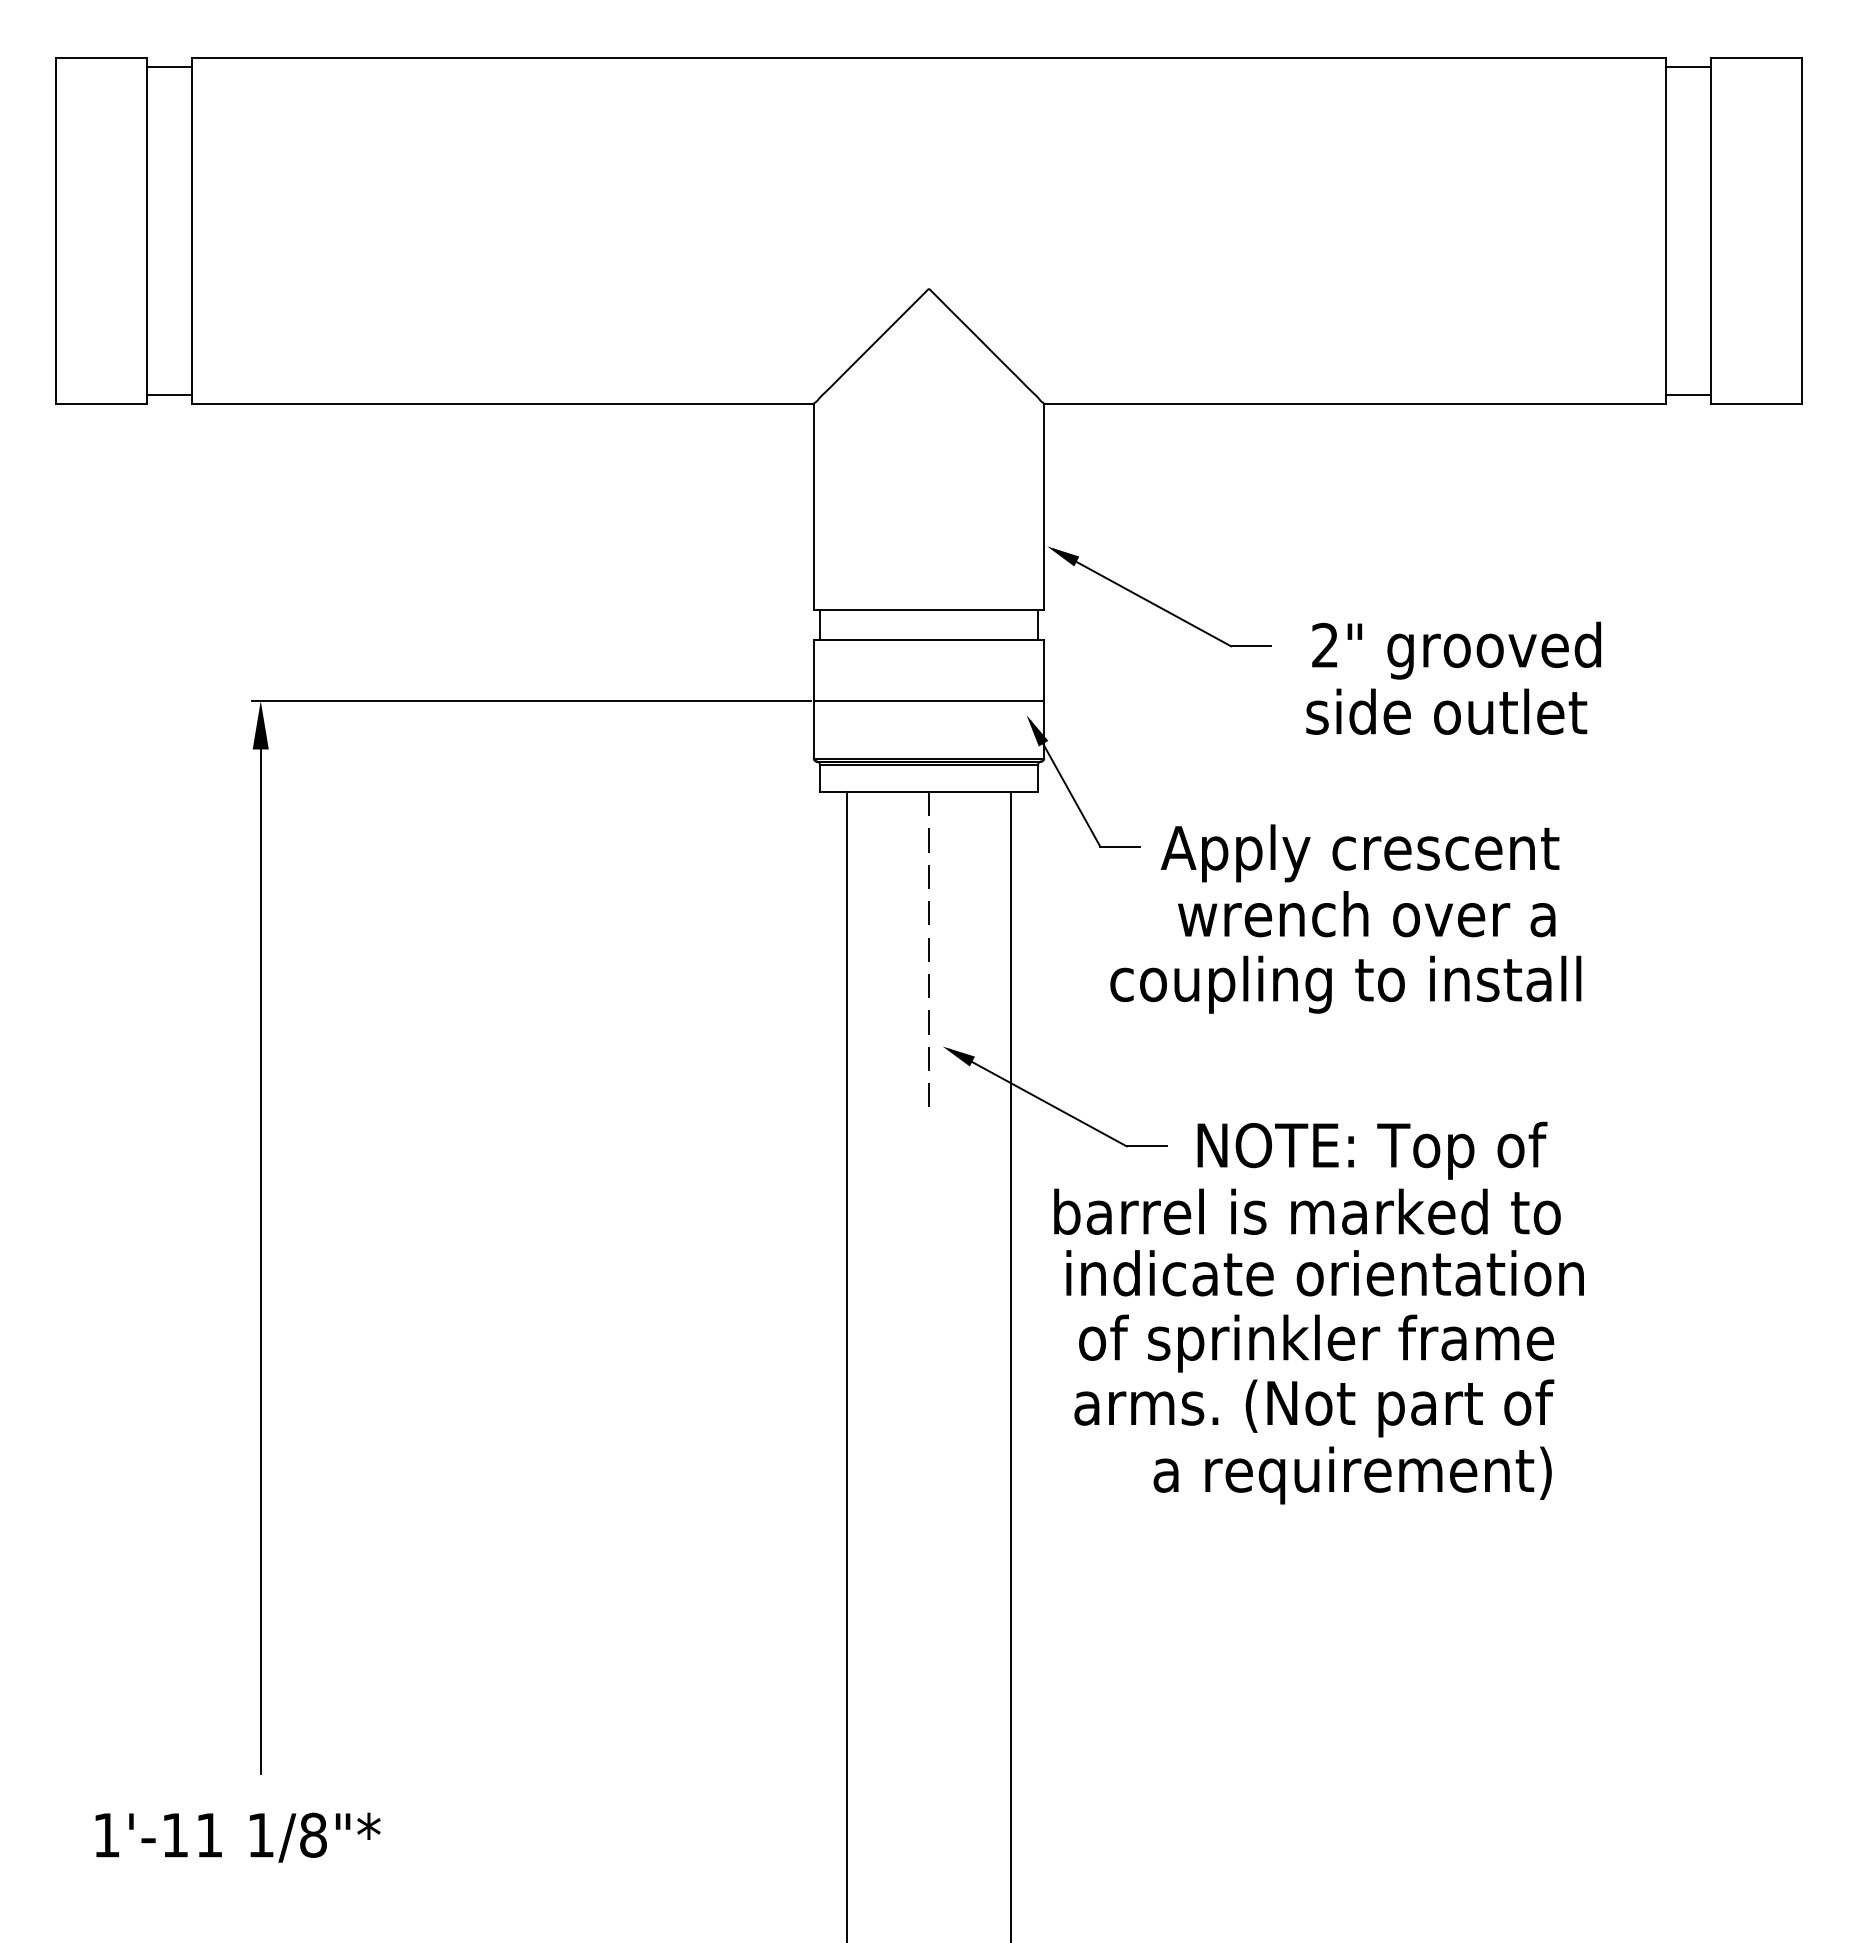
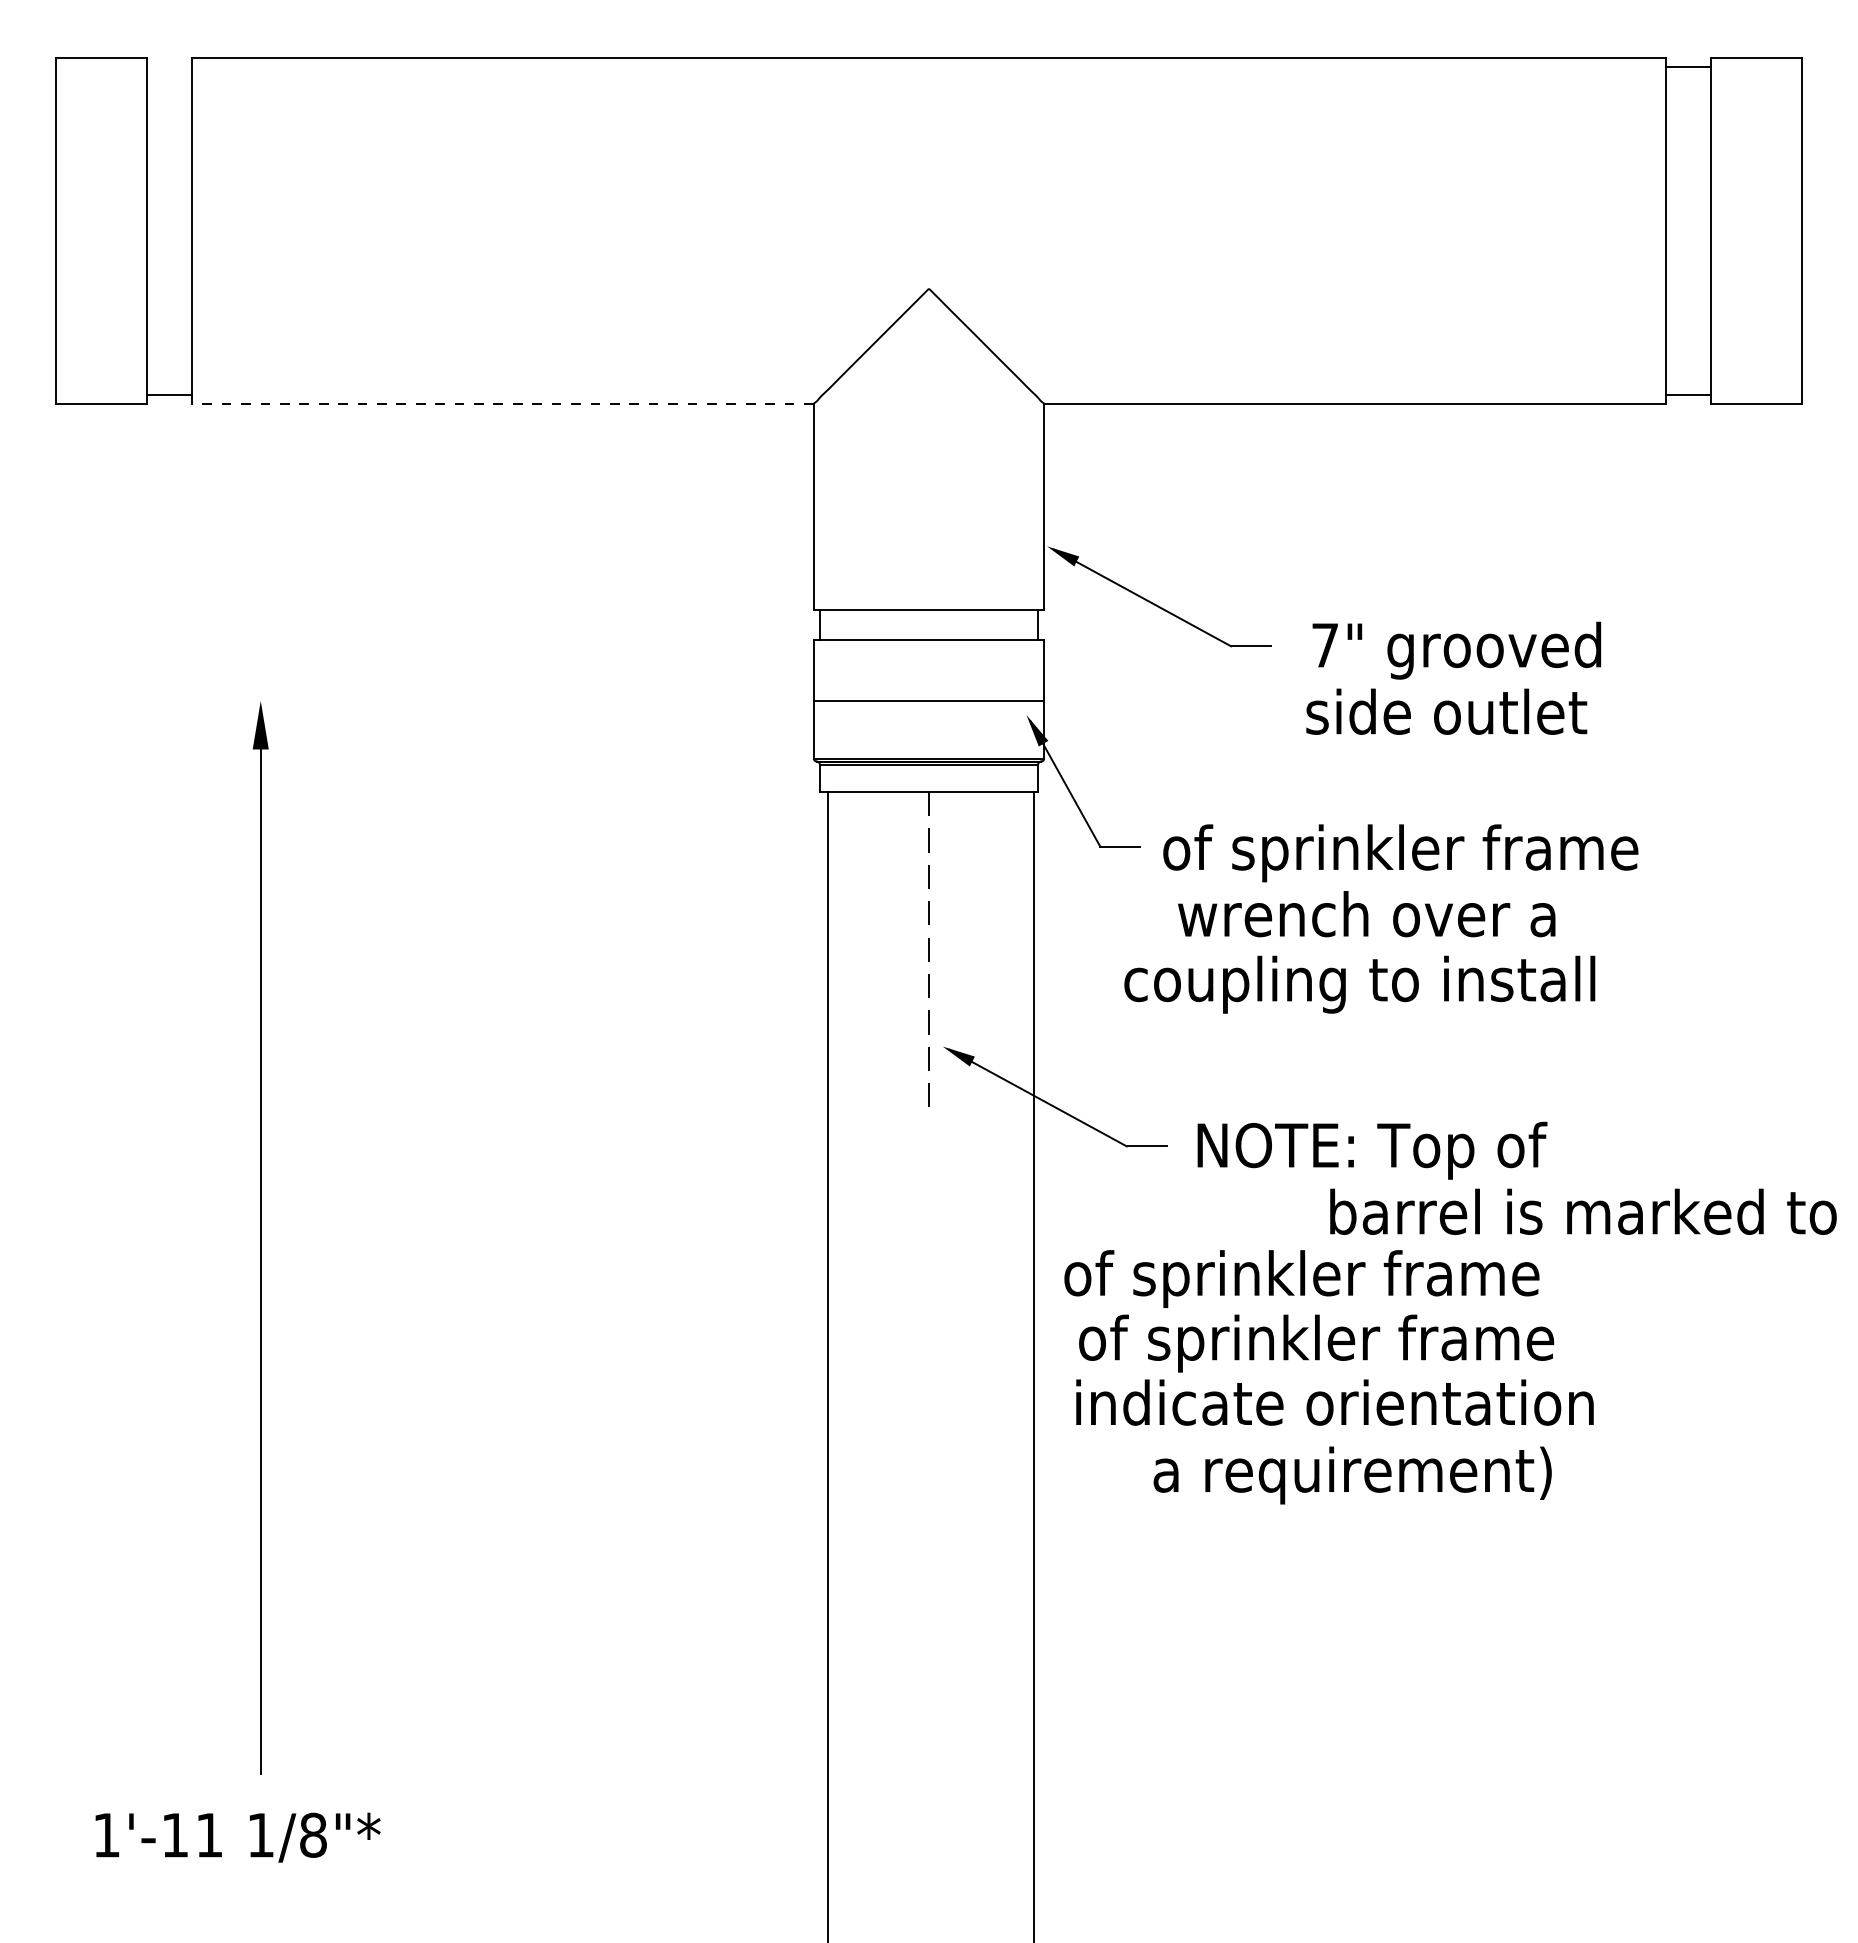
line at (169, 67): present -> none
line at (502, 404): solid -> dashed
text at (1324, 644): 2" -> 7"
line at (531, 700): present -> none
text at (1399, 853): Apply crescent -> of sprinkler frame
text at (1345, 984) position: (1345, 984) -> (1359, 984)
text at (1307, 1211) position: (1307, 1211) -> (1583, 1211)
text at (1323, 1279): indicate orientation -> of sprinkler frame
line at (847, 1365) position: (847, 1365) -> (828, 1365)
line at (1010, 1365) position: (1010, 1365) -> (1033, 1365)
text at (1333, 1408): arms. (Not part of -> indicate orientation
